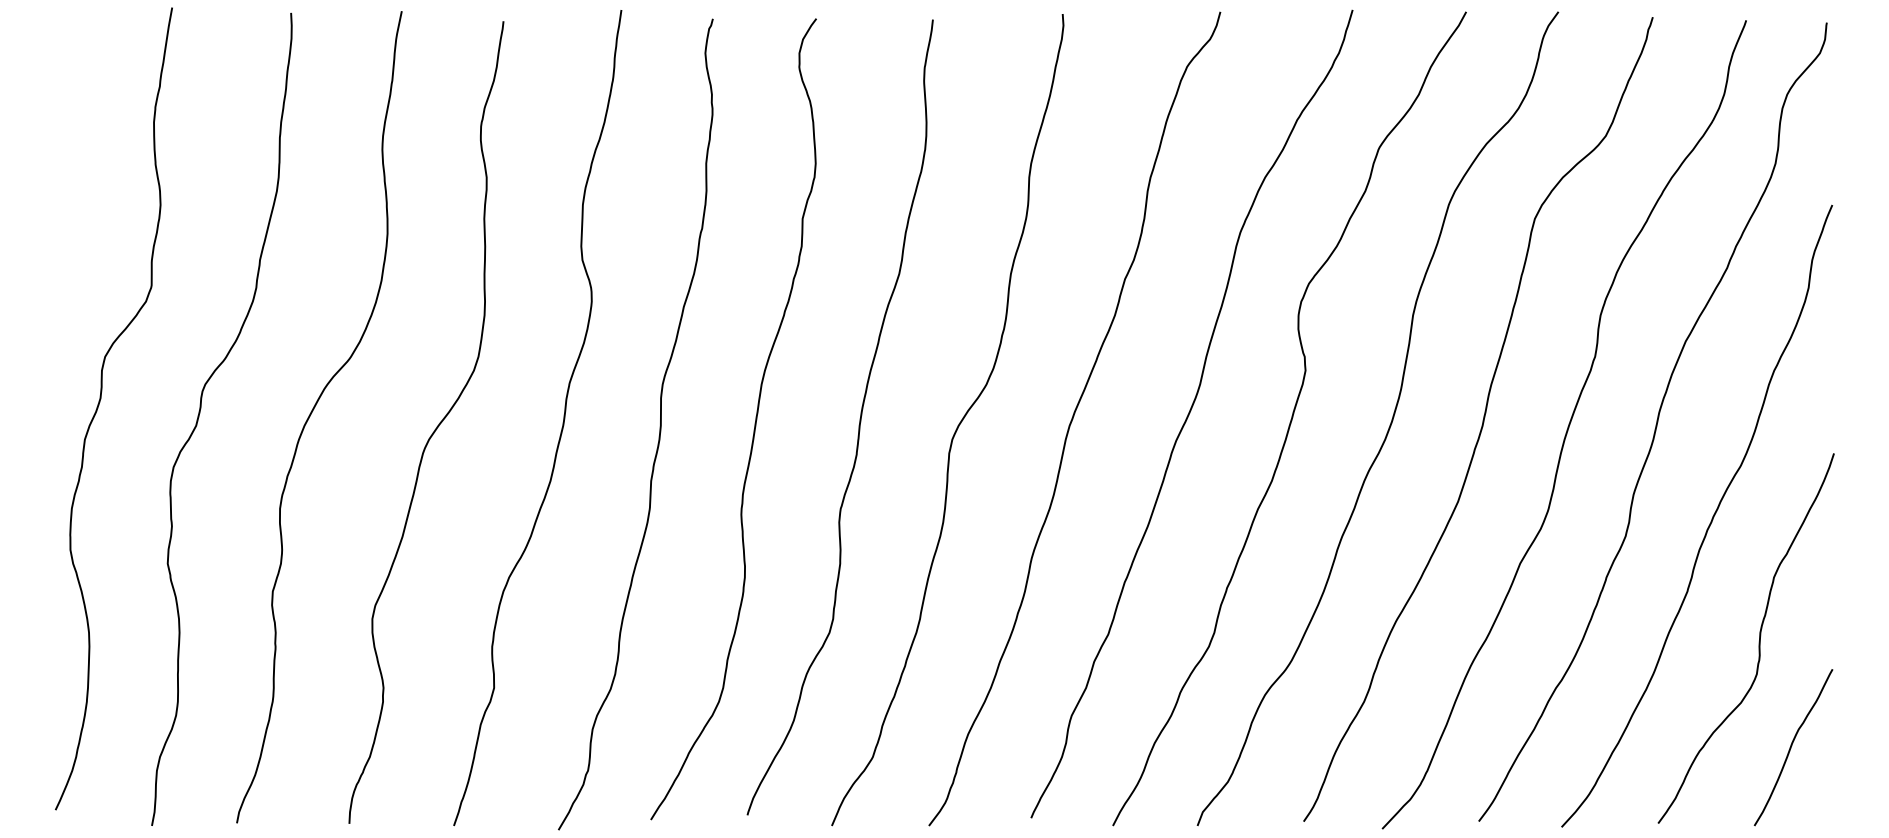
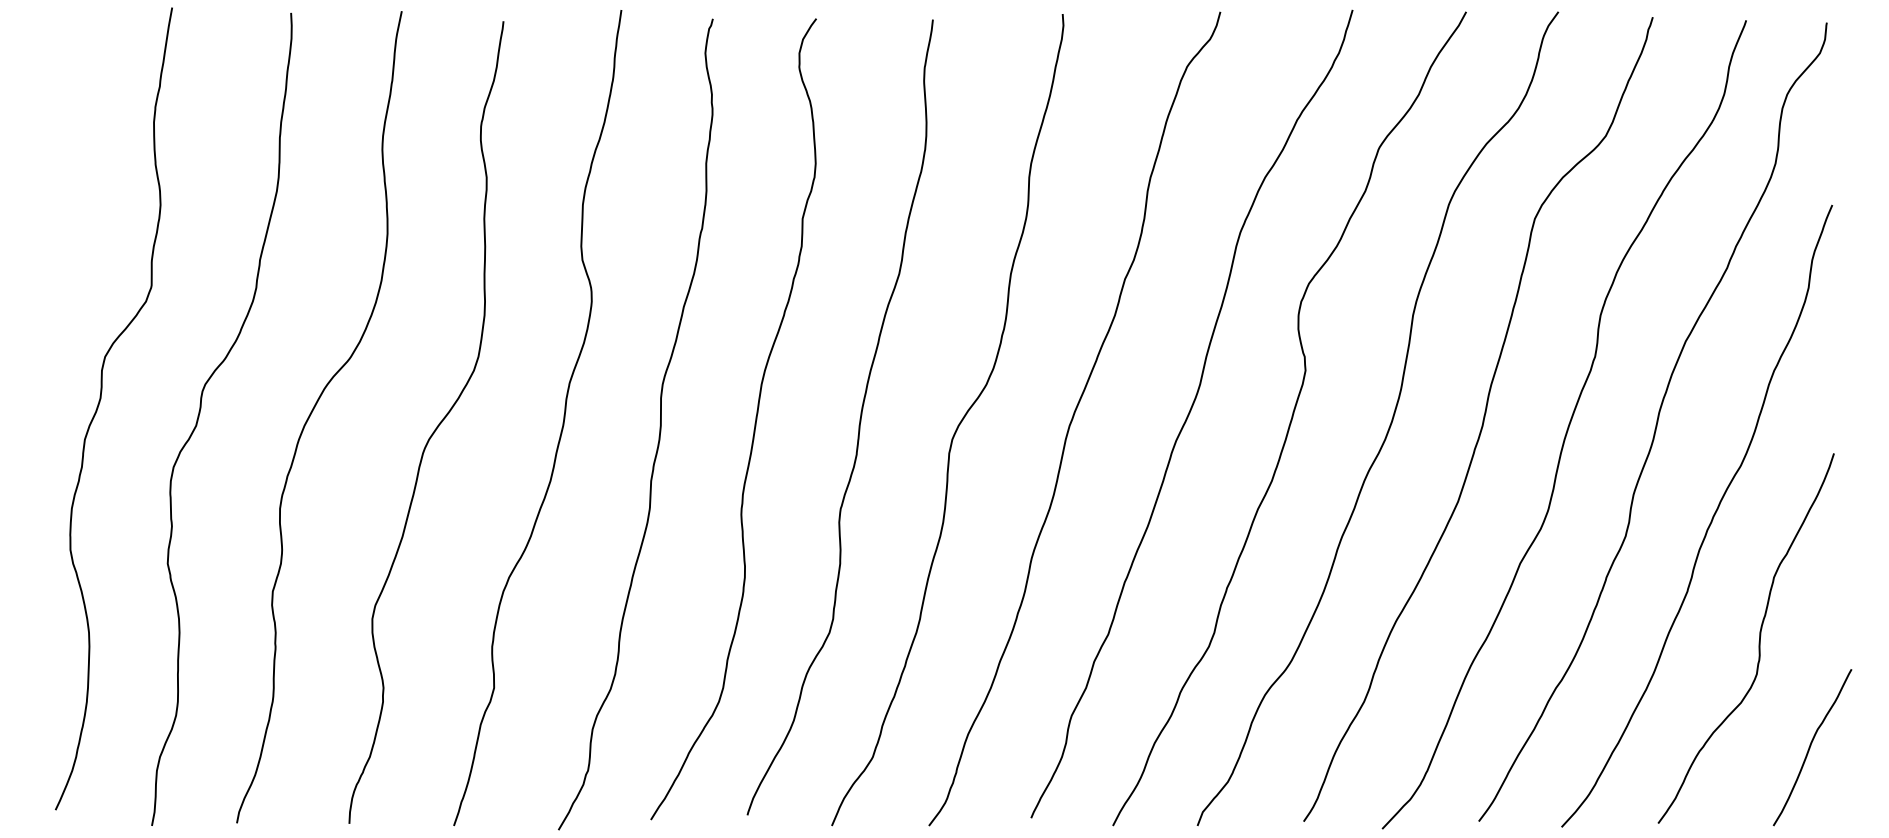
curve at (1791, 747) position: (1791, 747) -> (1810, 747)
